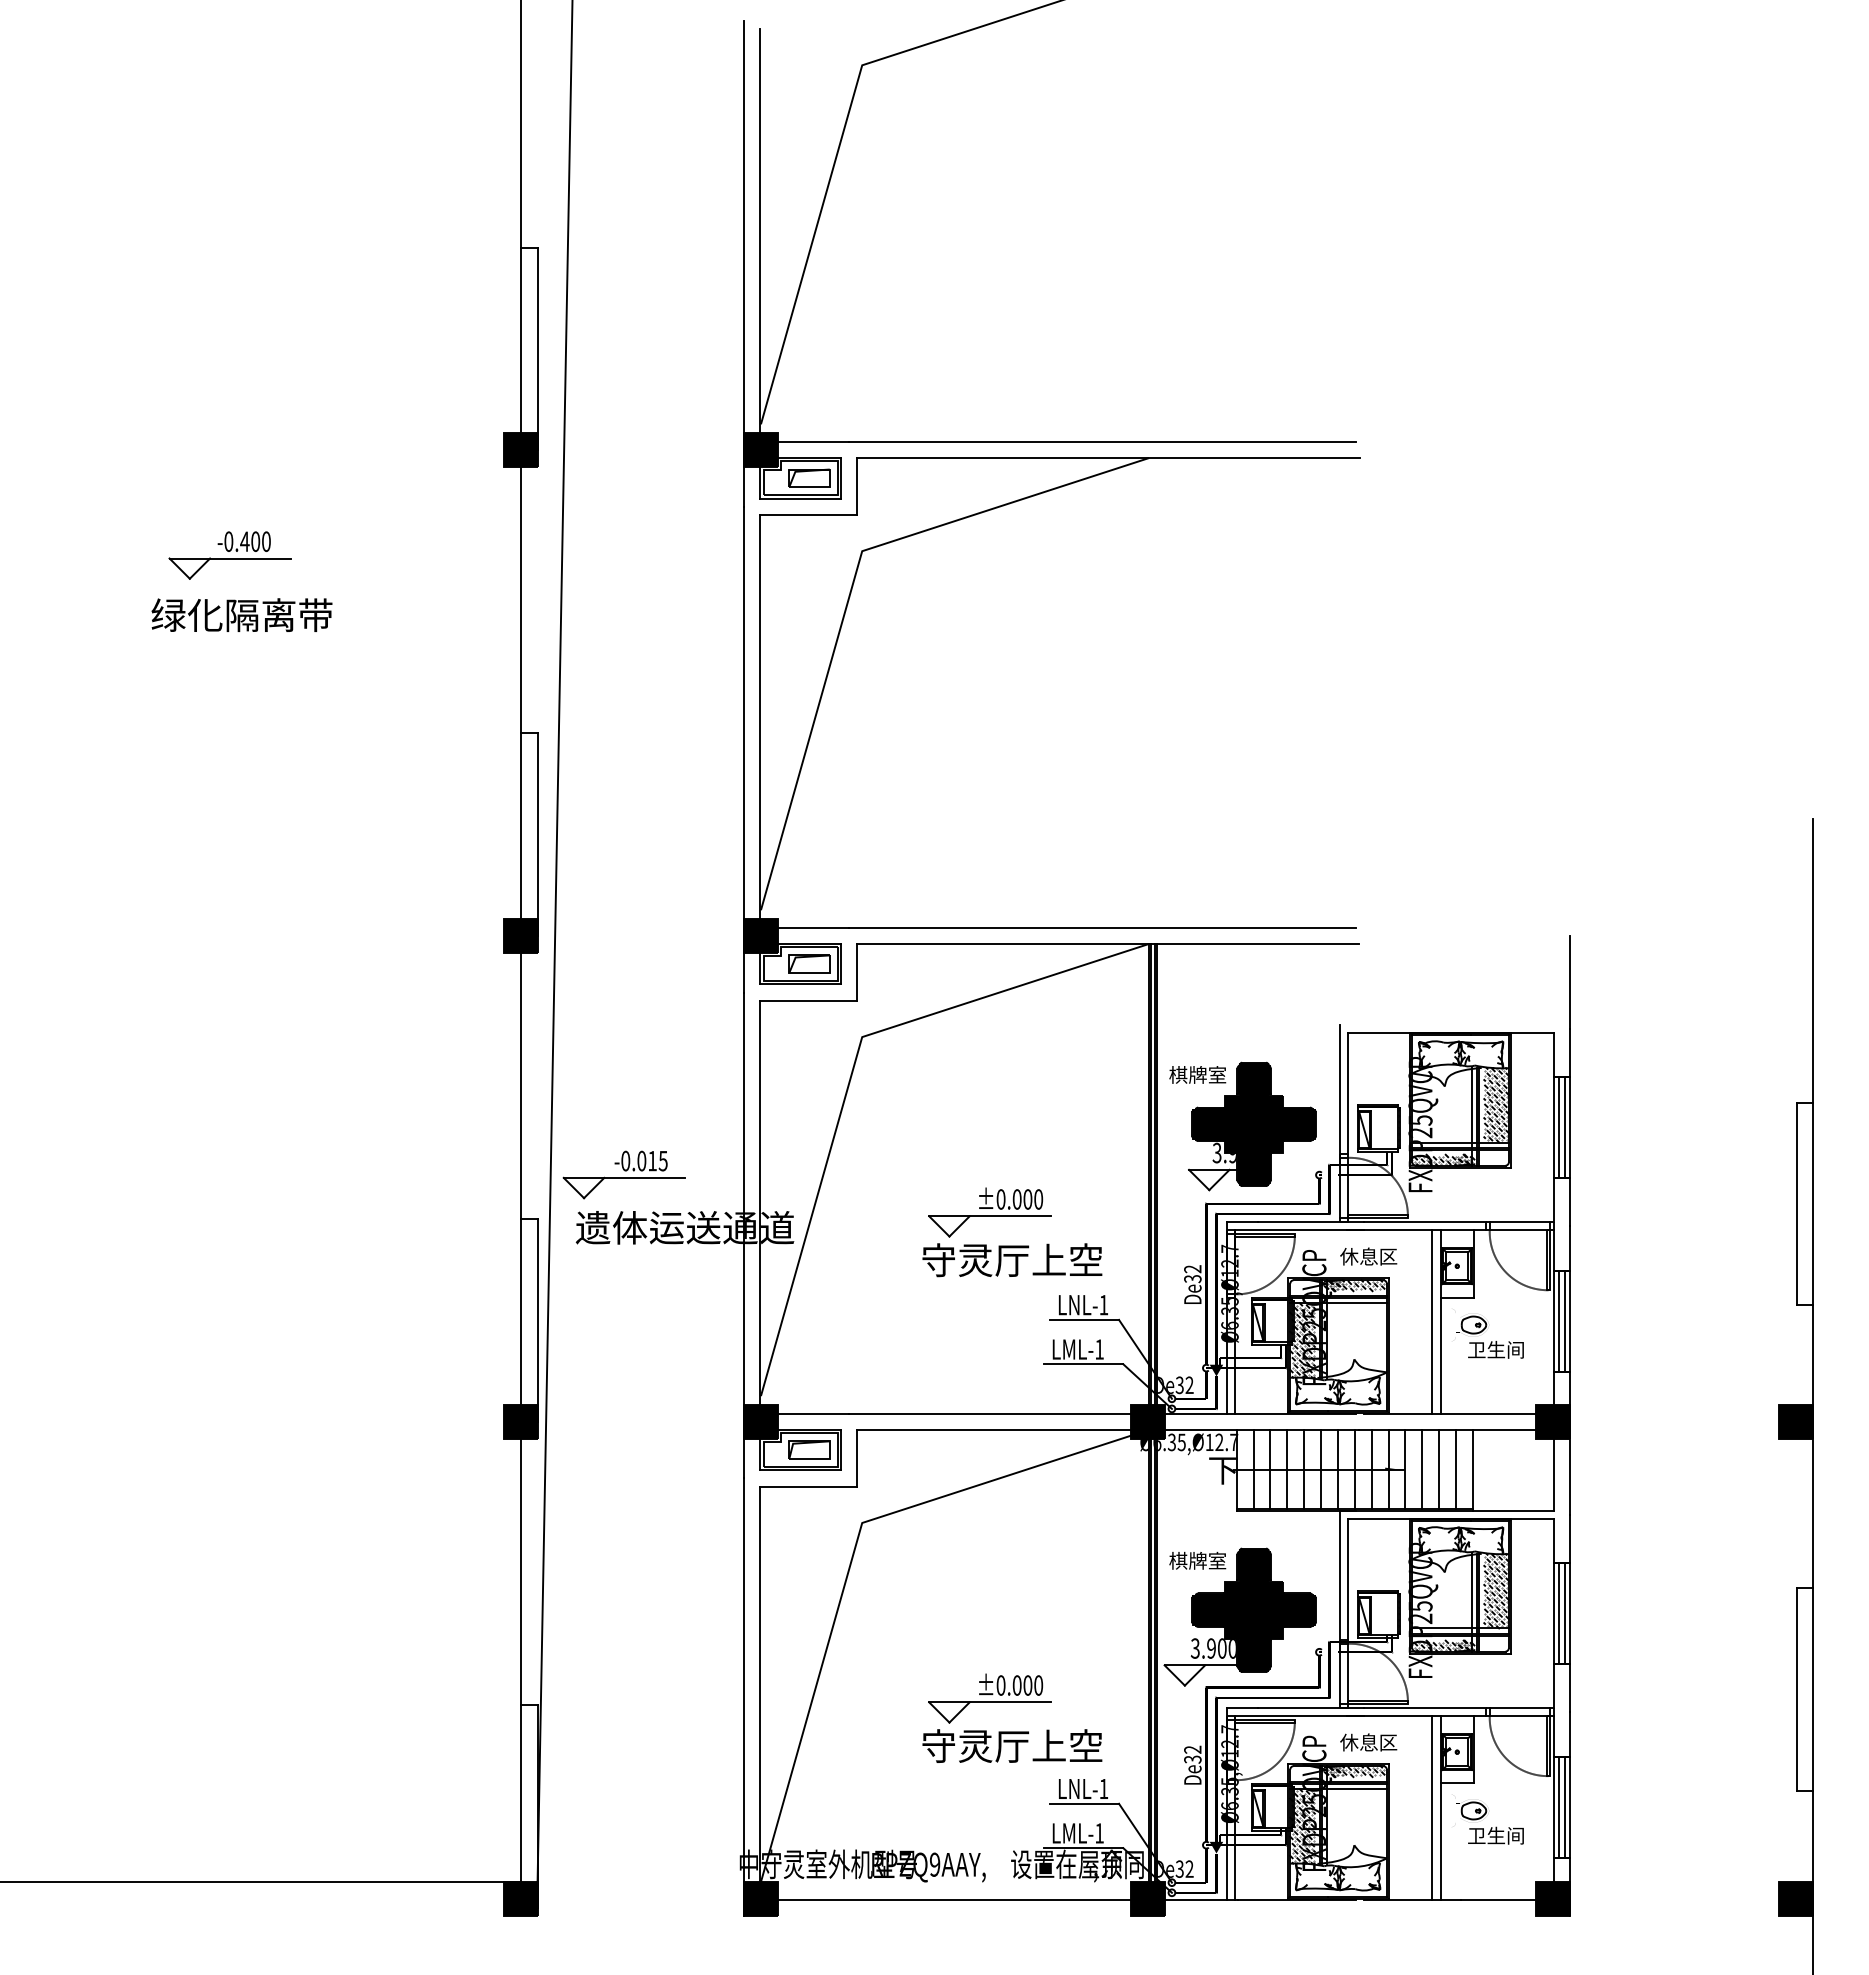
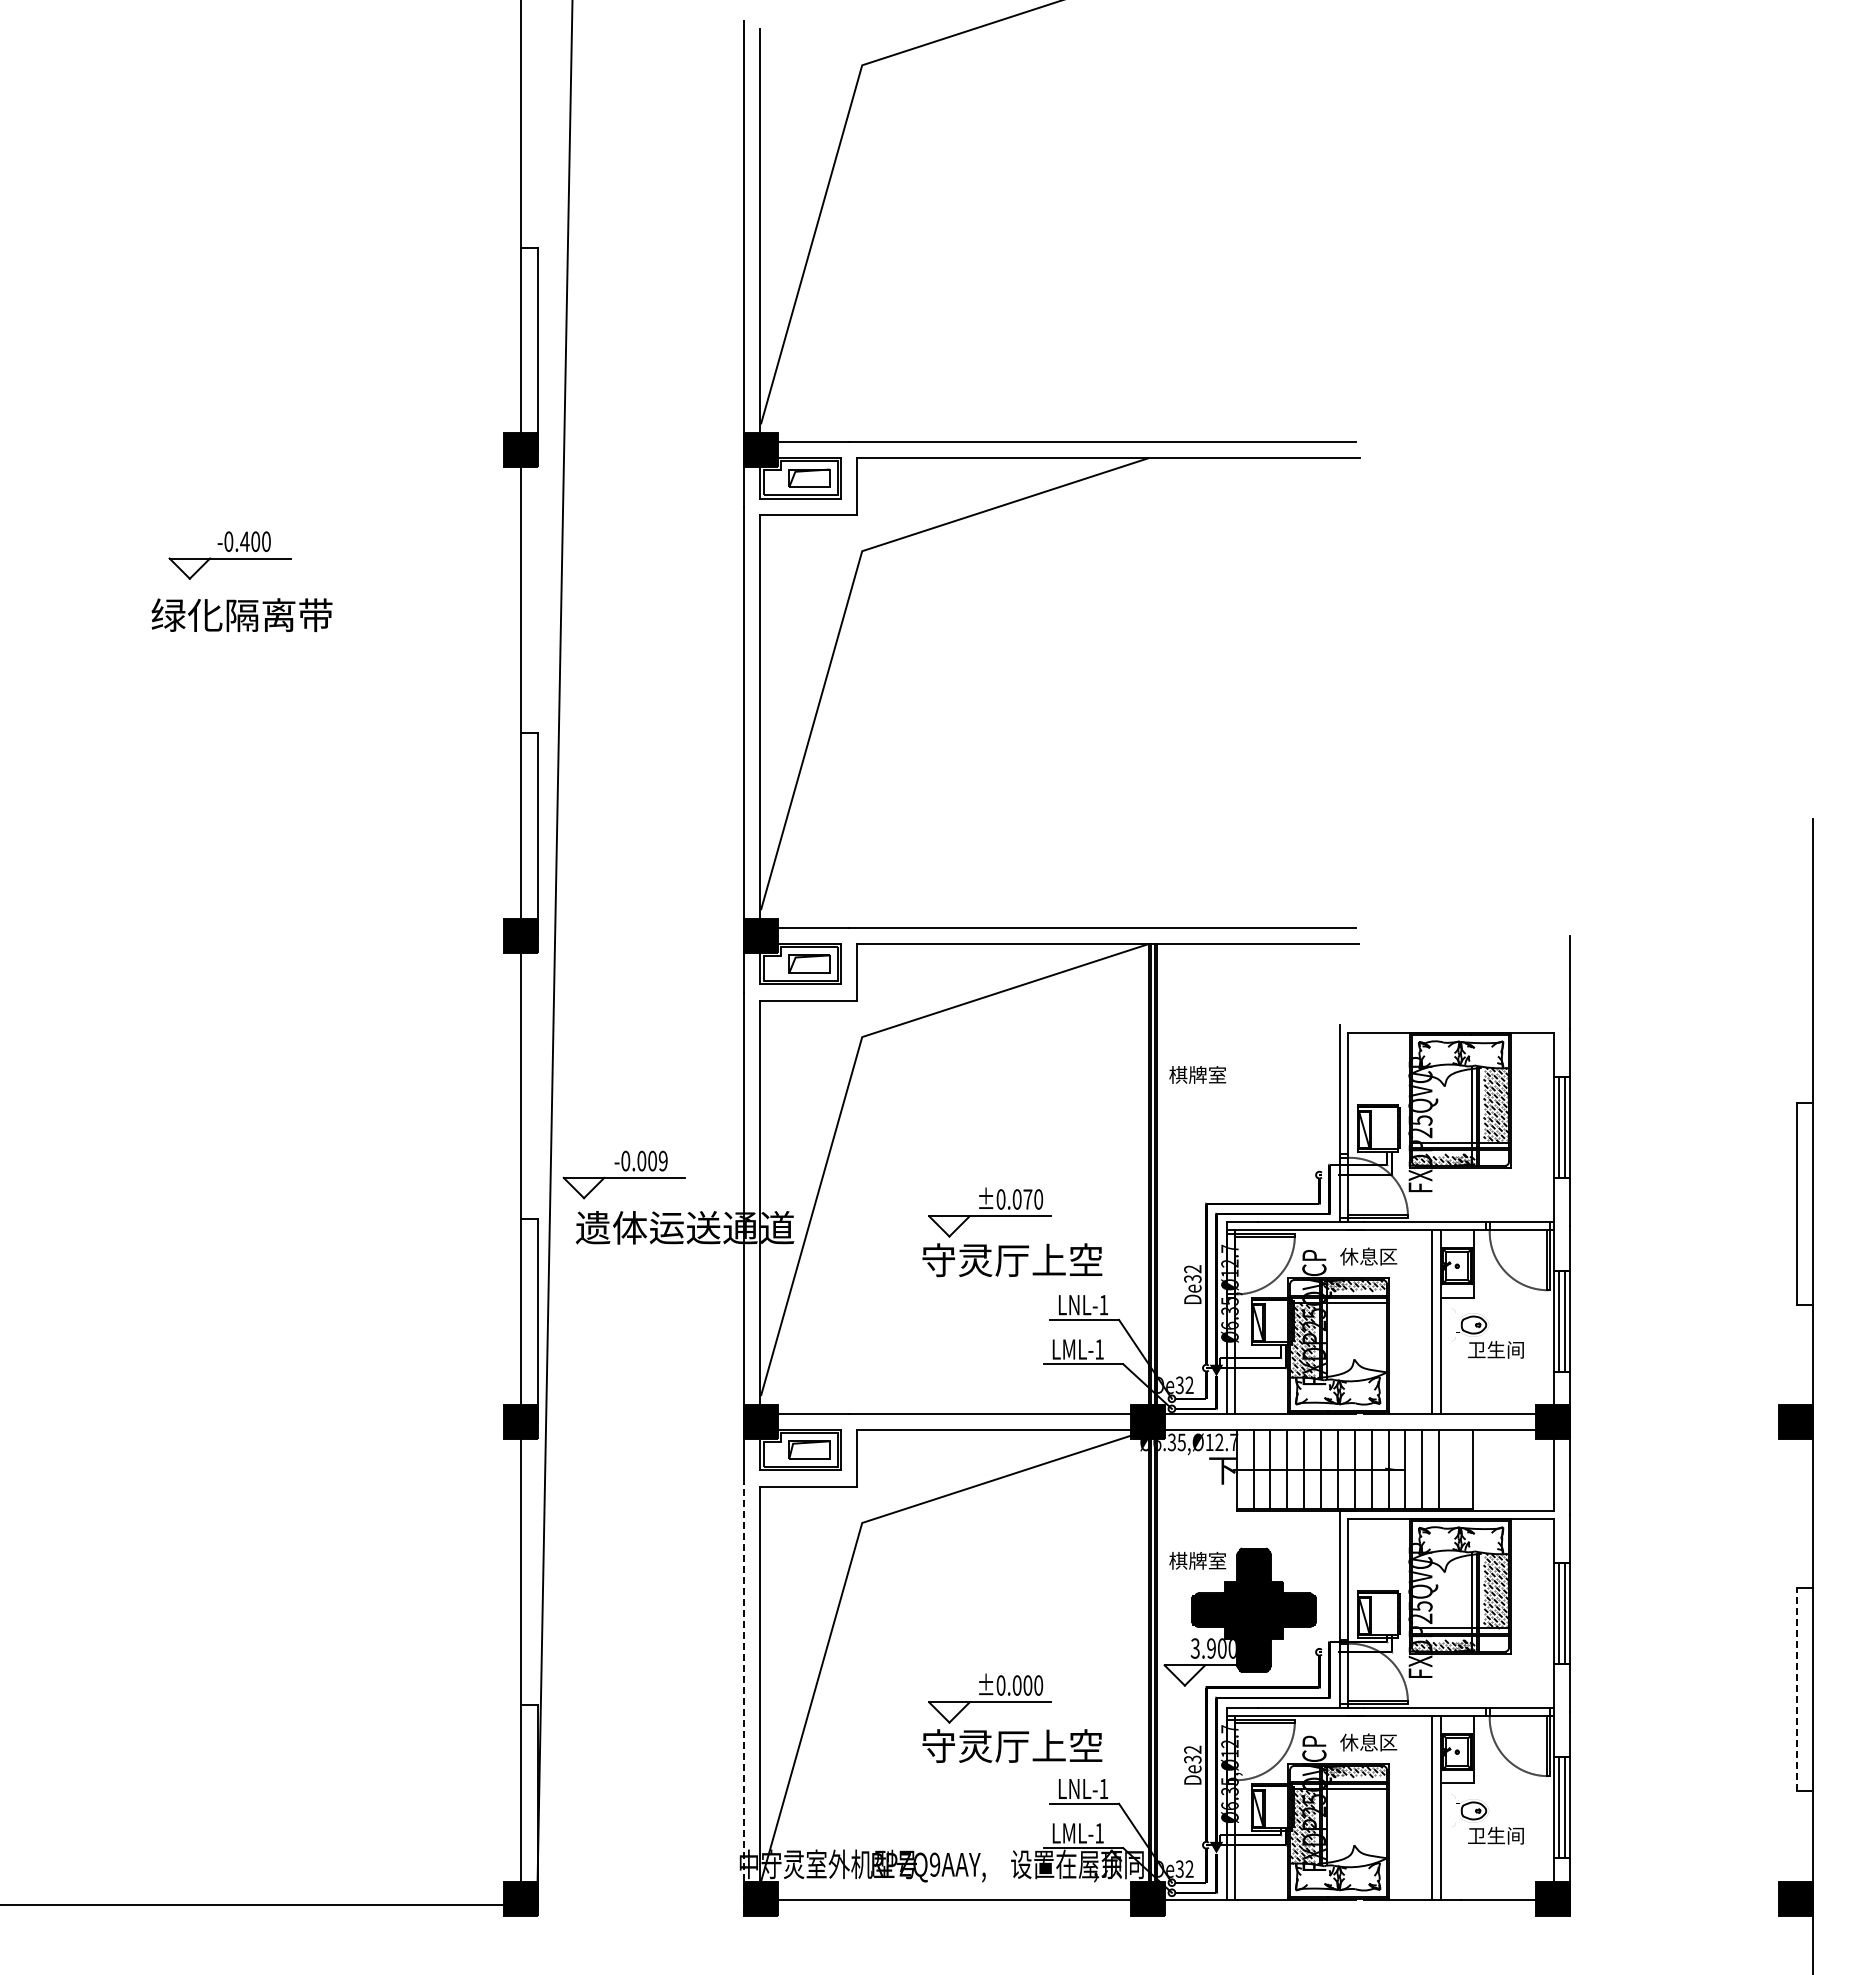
part at (1252, 1126): present -> none
text at (657, 1160): -0.015 -> -0.009
text at (1027, 1199): ±0.000 -> ±0.070
line at (1456, 1468): present -> none
line at (1796, 1689): solid -> dashed
line at (744, 1697): solid -> dashed
line at (261, 1882) position: (261, 1882) -> (261, 1905)
